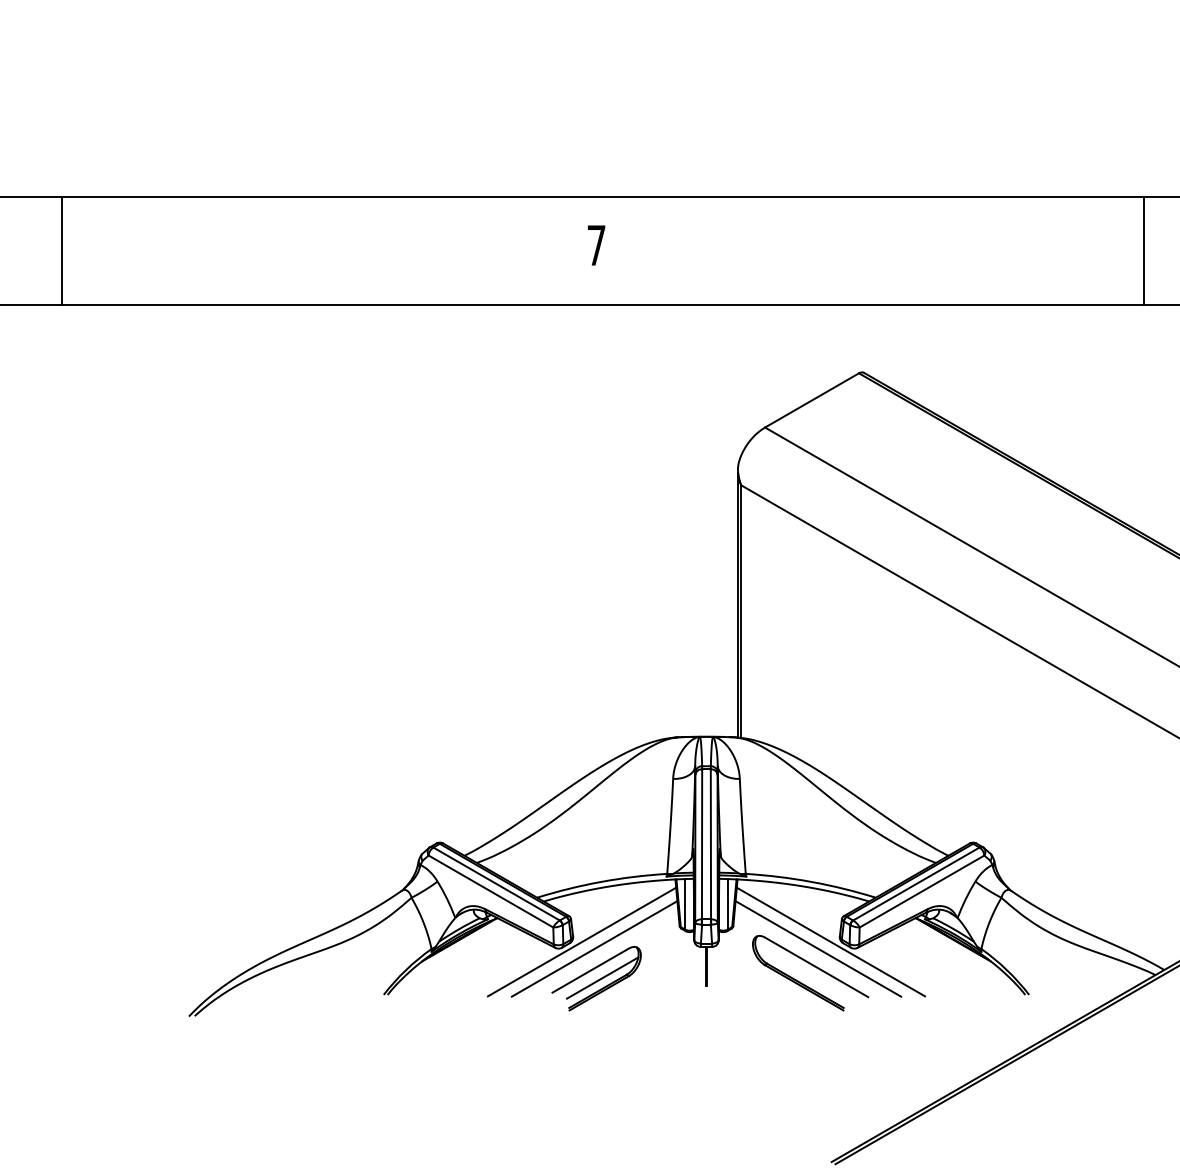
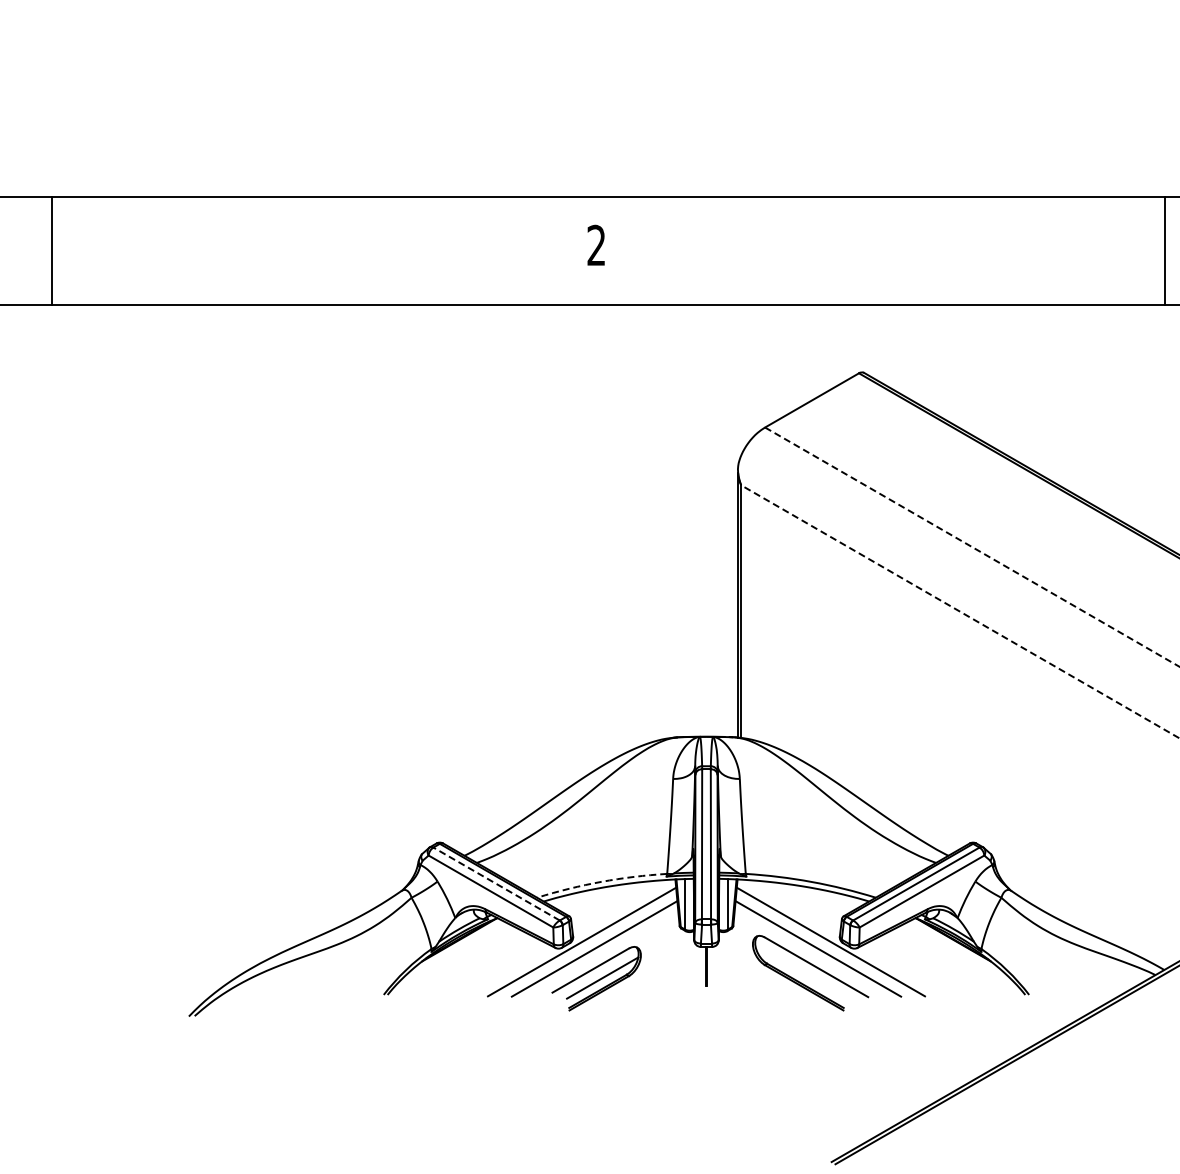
text at (596, 244): 7 -> 2
line at (61, 250) position: (61, 250) -> (51, 250)
line at (1143, 250) position: (1143, 250) -> (1164, 250)
line at (972, 547): solid -> dashed
line at (960, 611): solid -> dashed
arc at (601, 881): solid -> dashed
line at (496, 884): solid -> dashed
